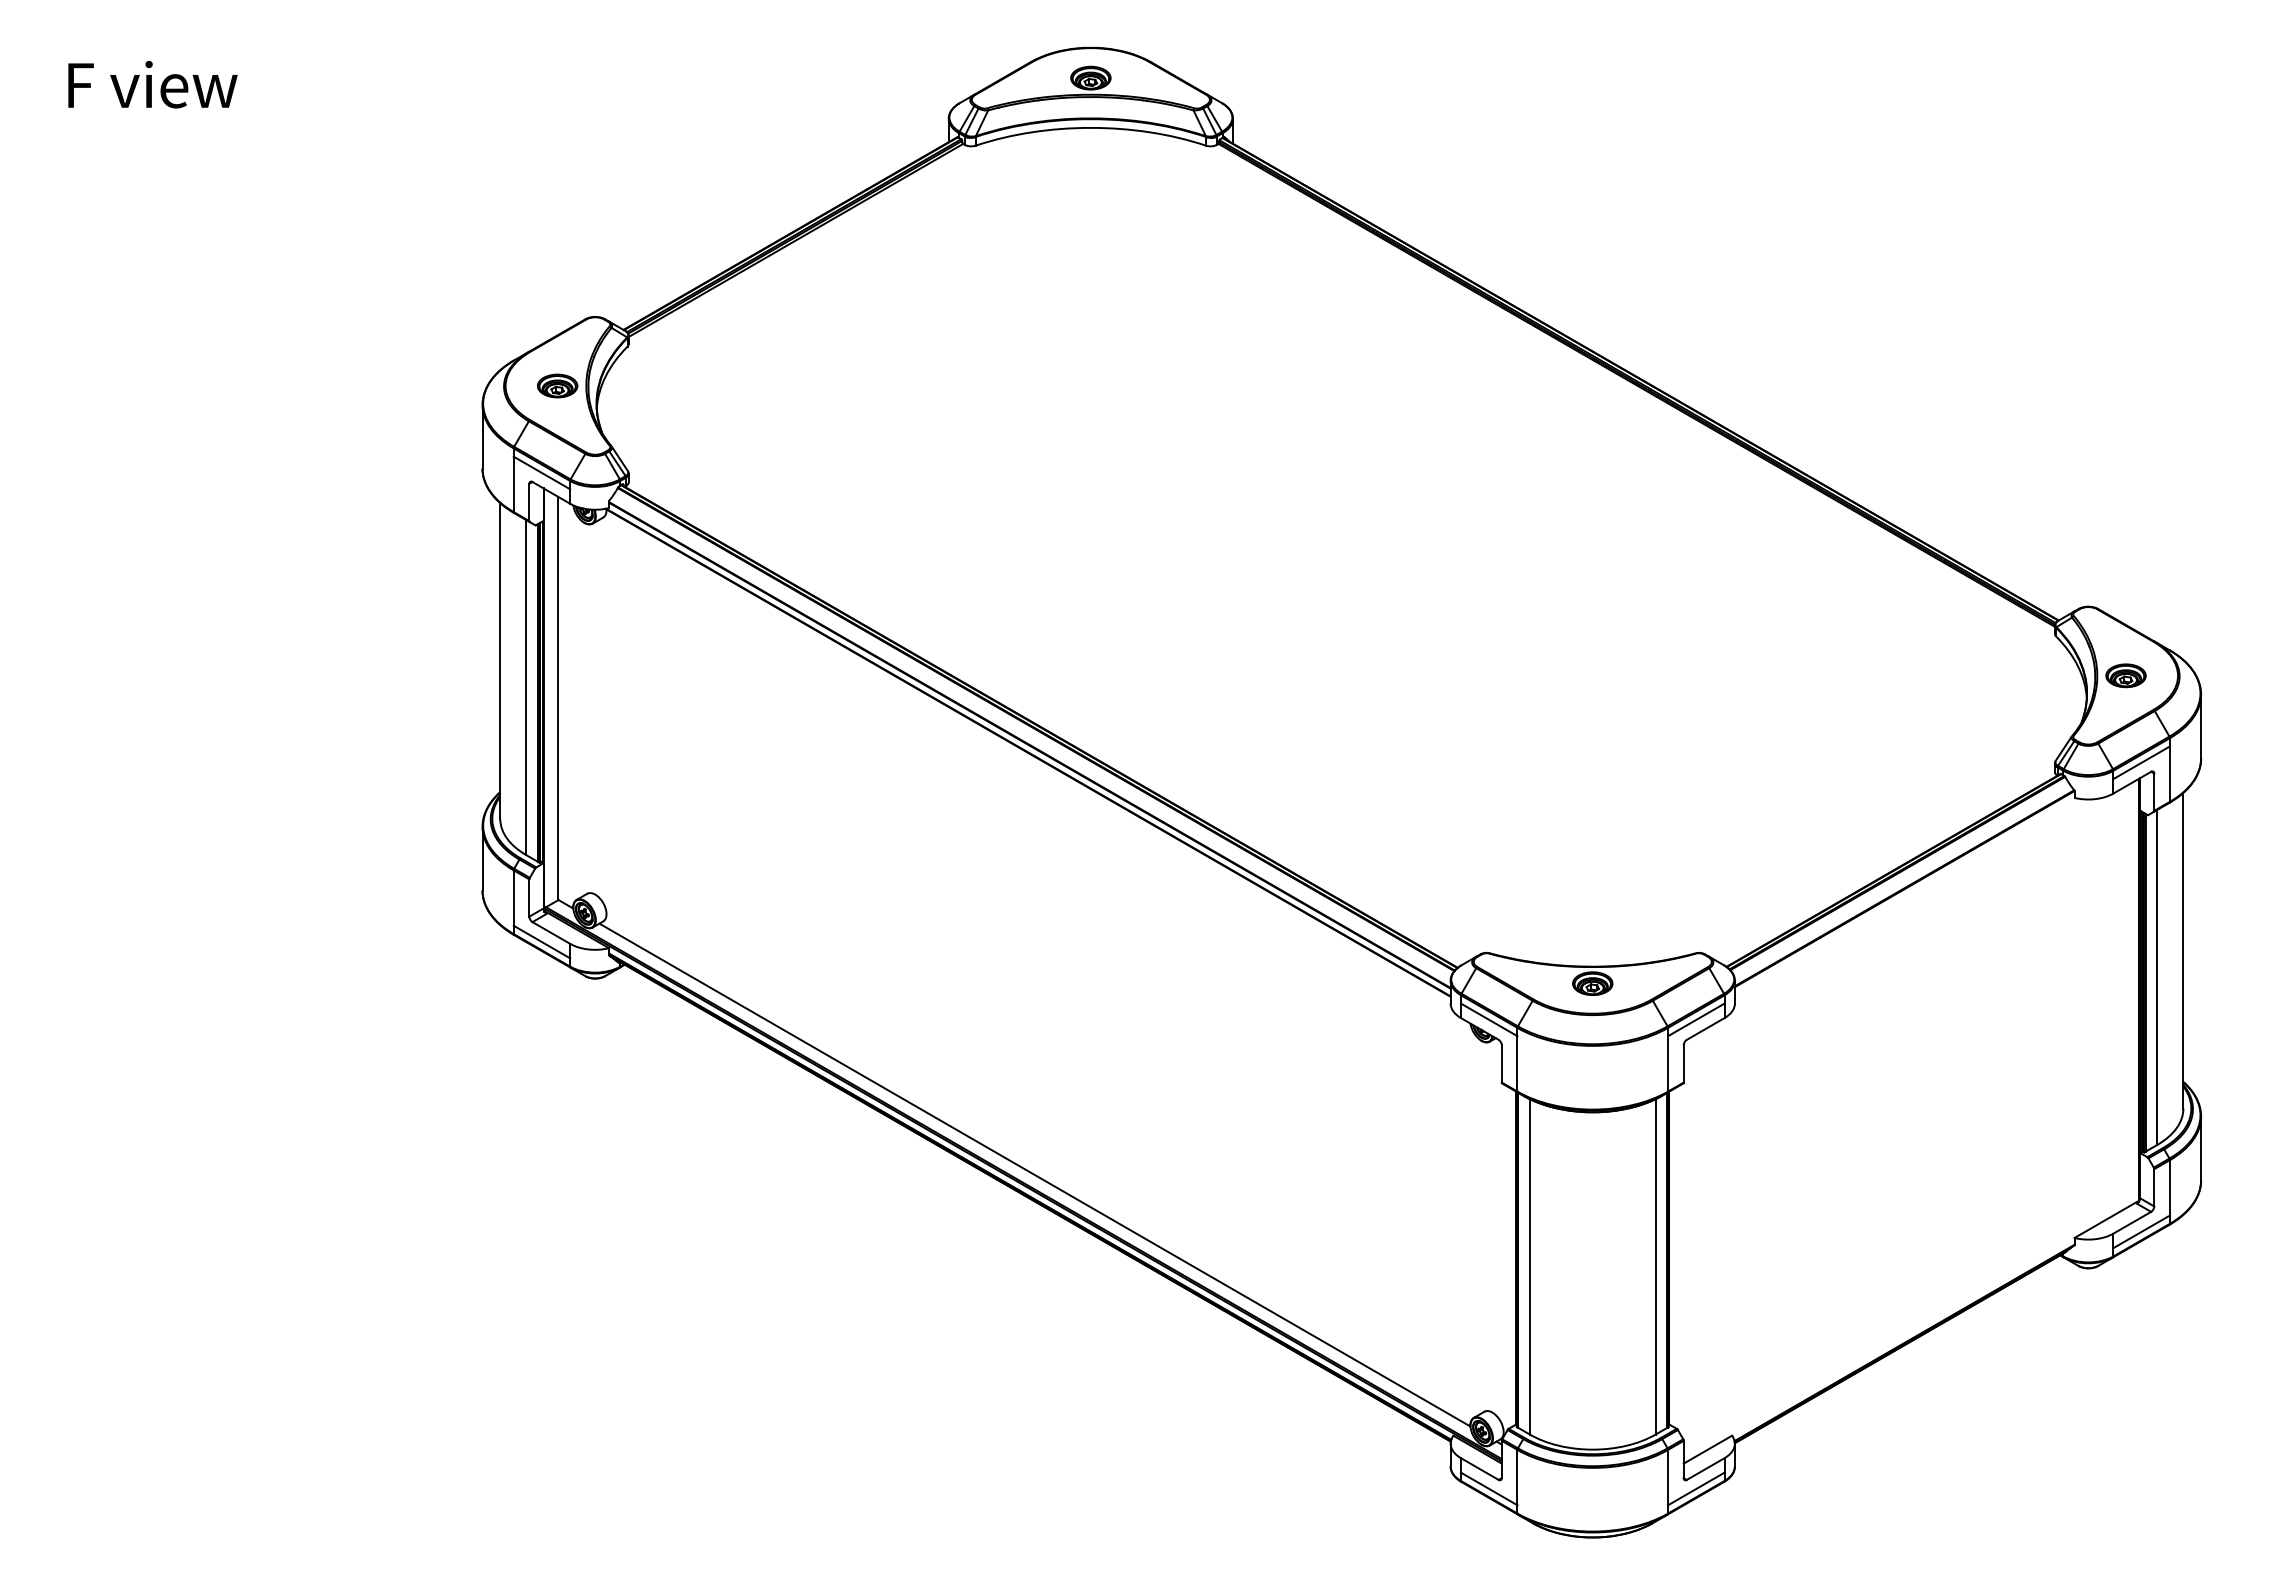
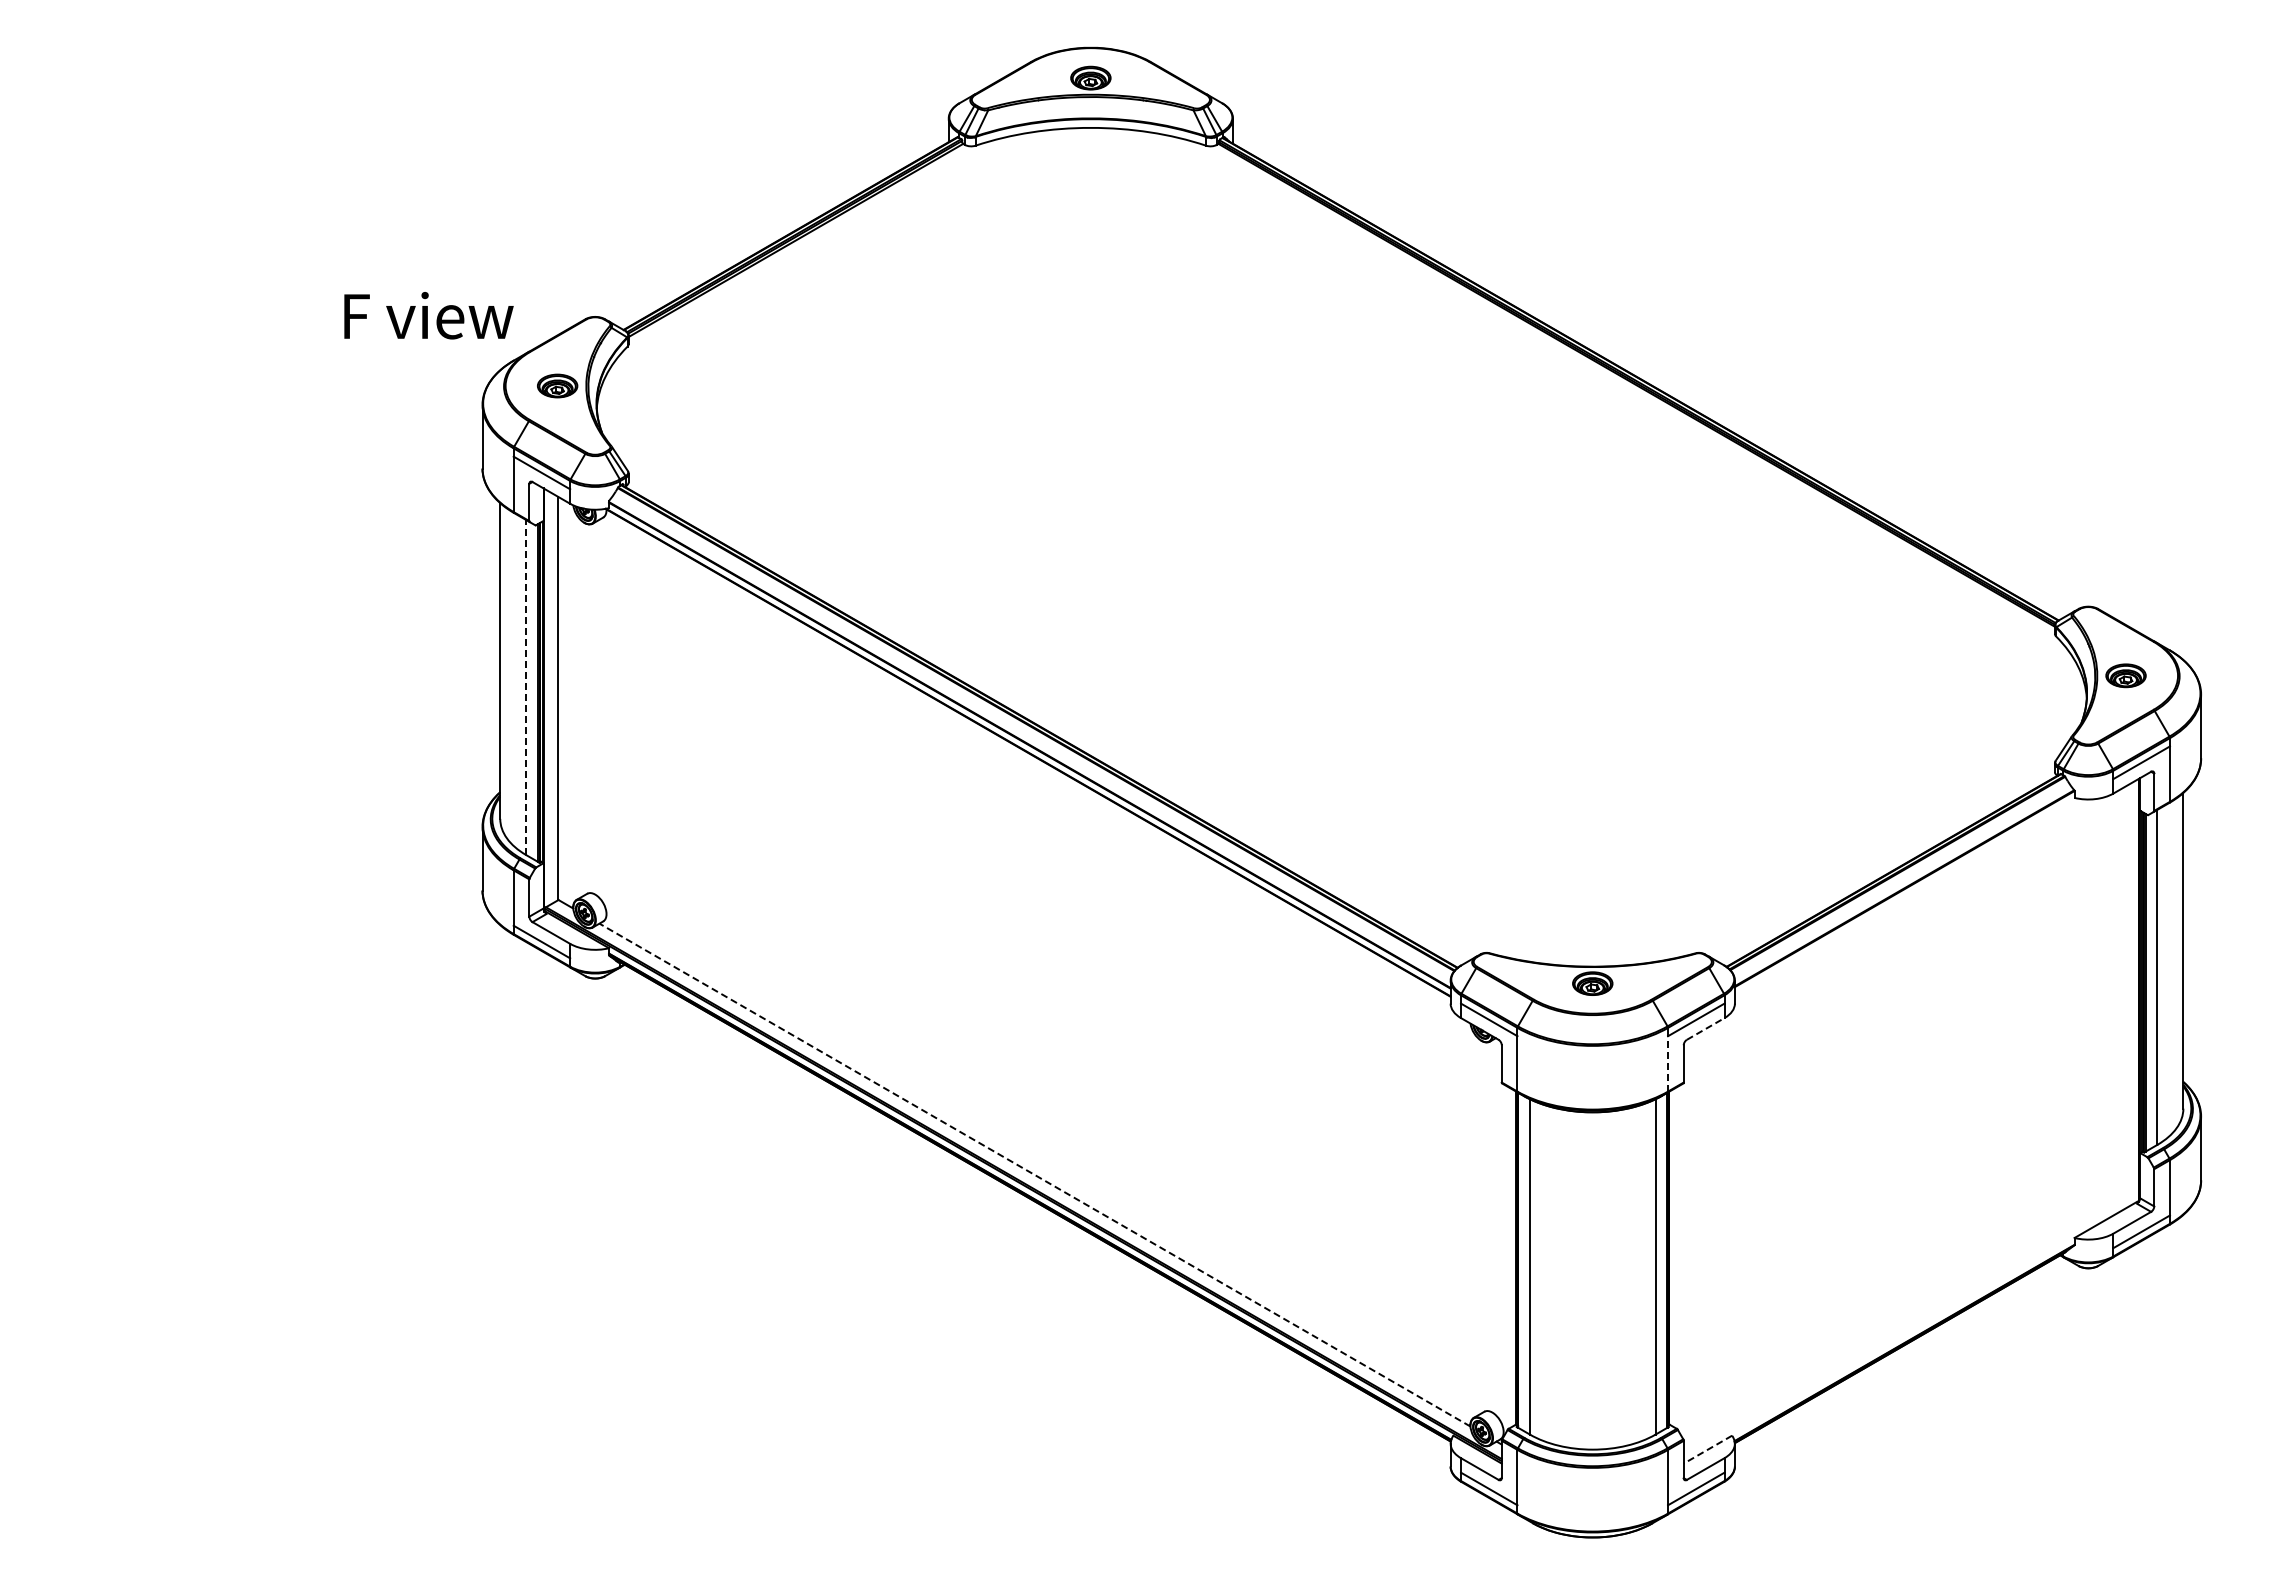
text at (152, 84) position: (152, 84) -> (428, 315)
line at (526, 687): solid -> dashed
line at (1705, 1028): solid -> dashed
line at (1668, 1063): solid -> dashed
line at (1034, 1175): solid -> dashed
line at (1707, 1449): solid -> dashed
